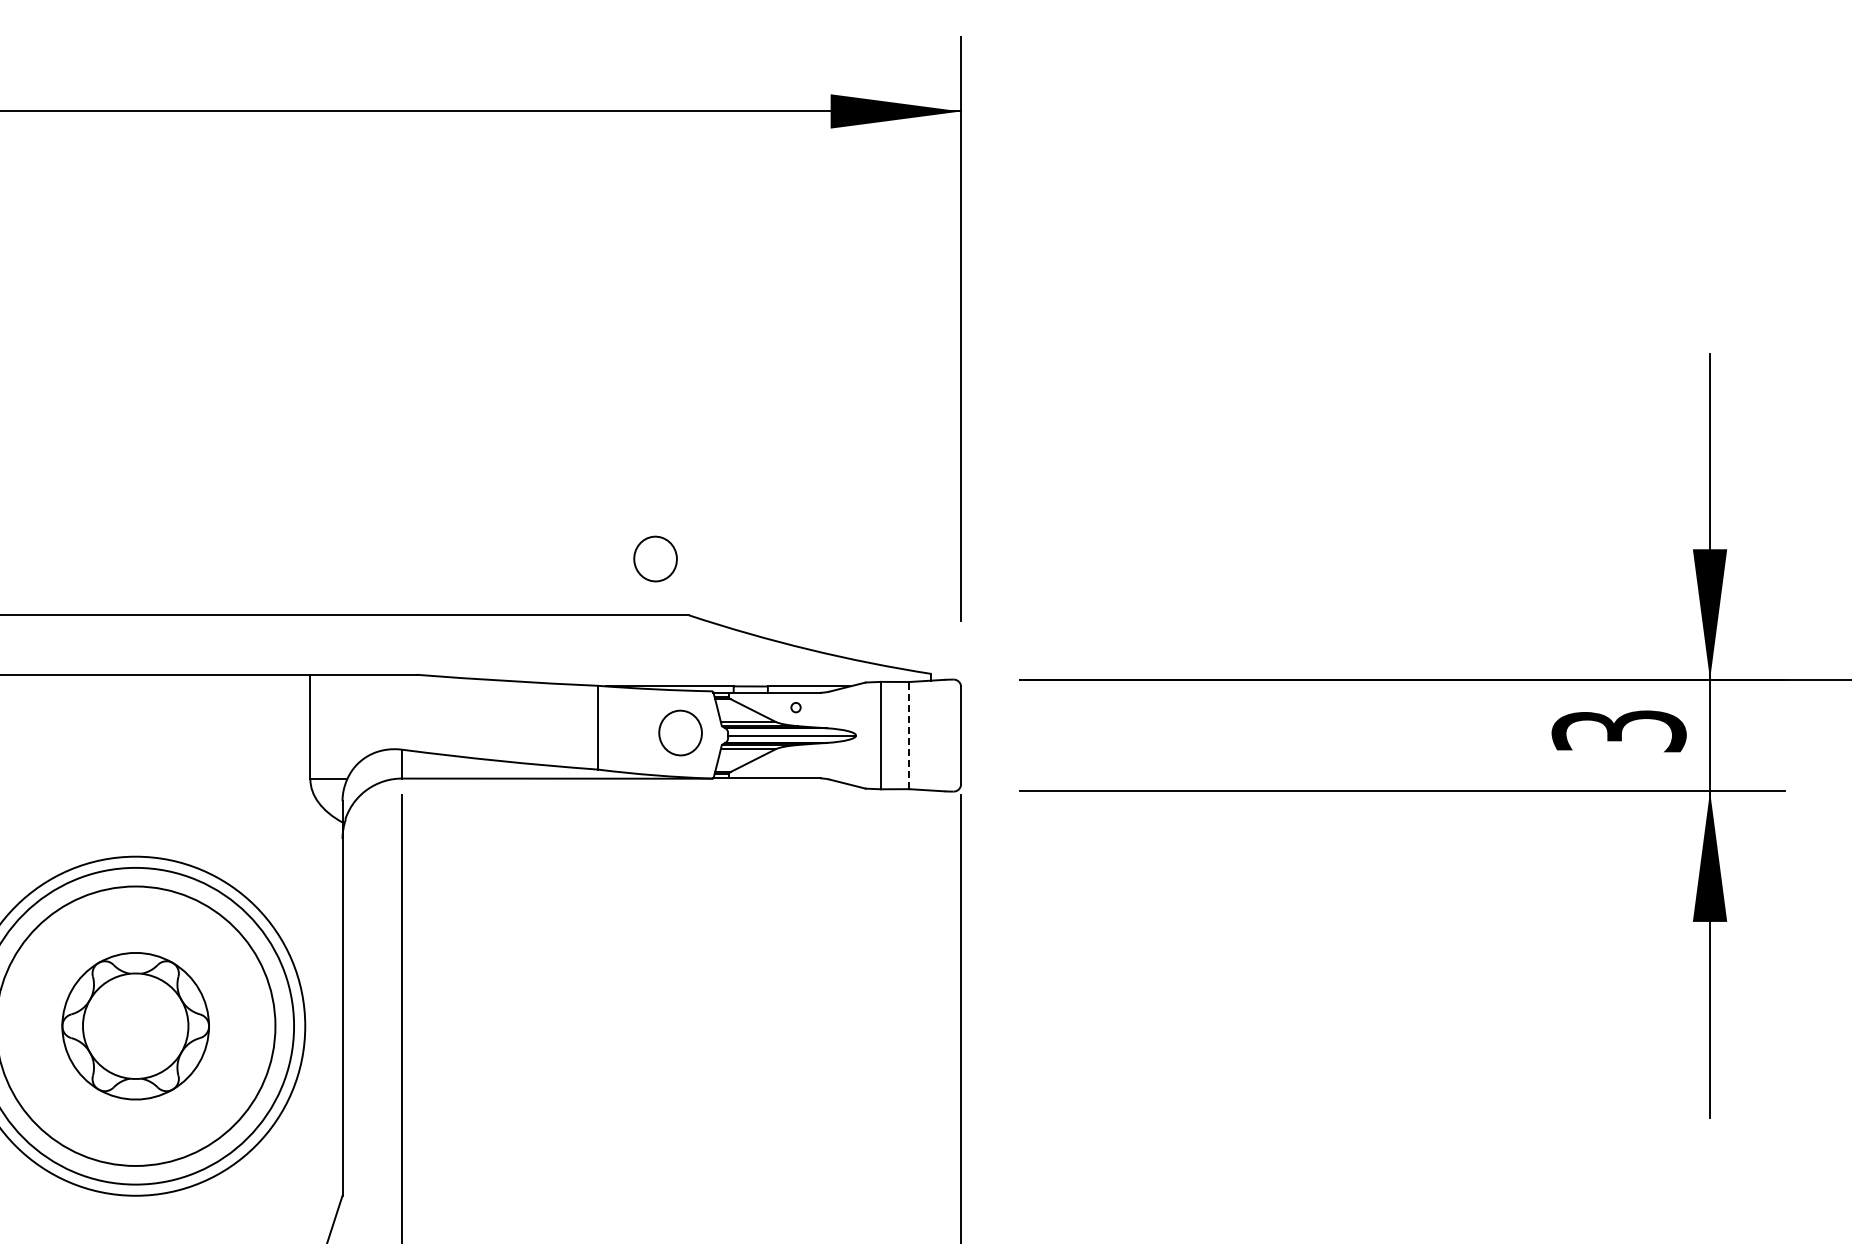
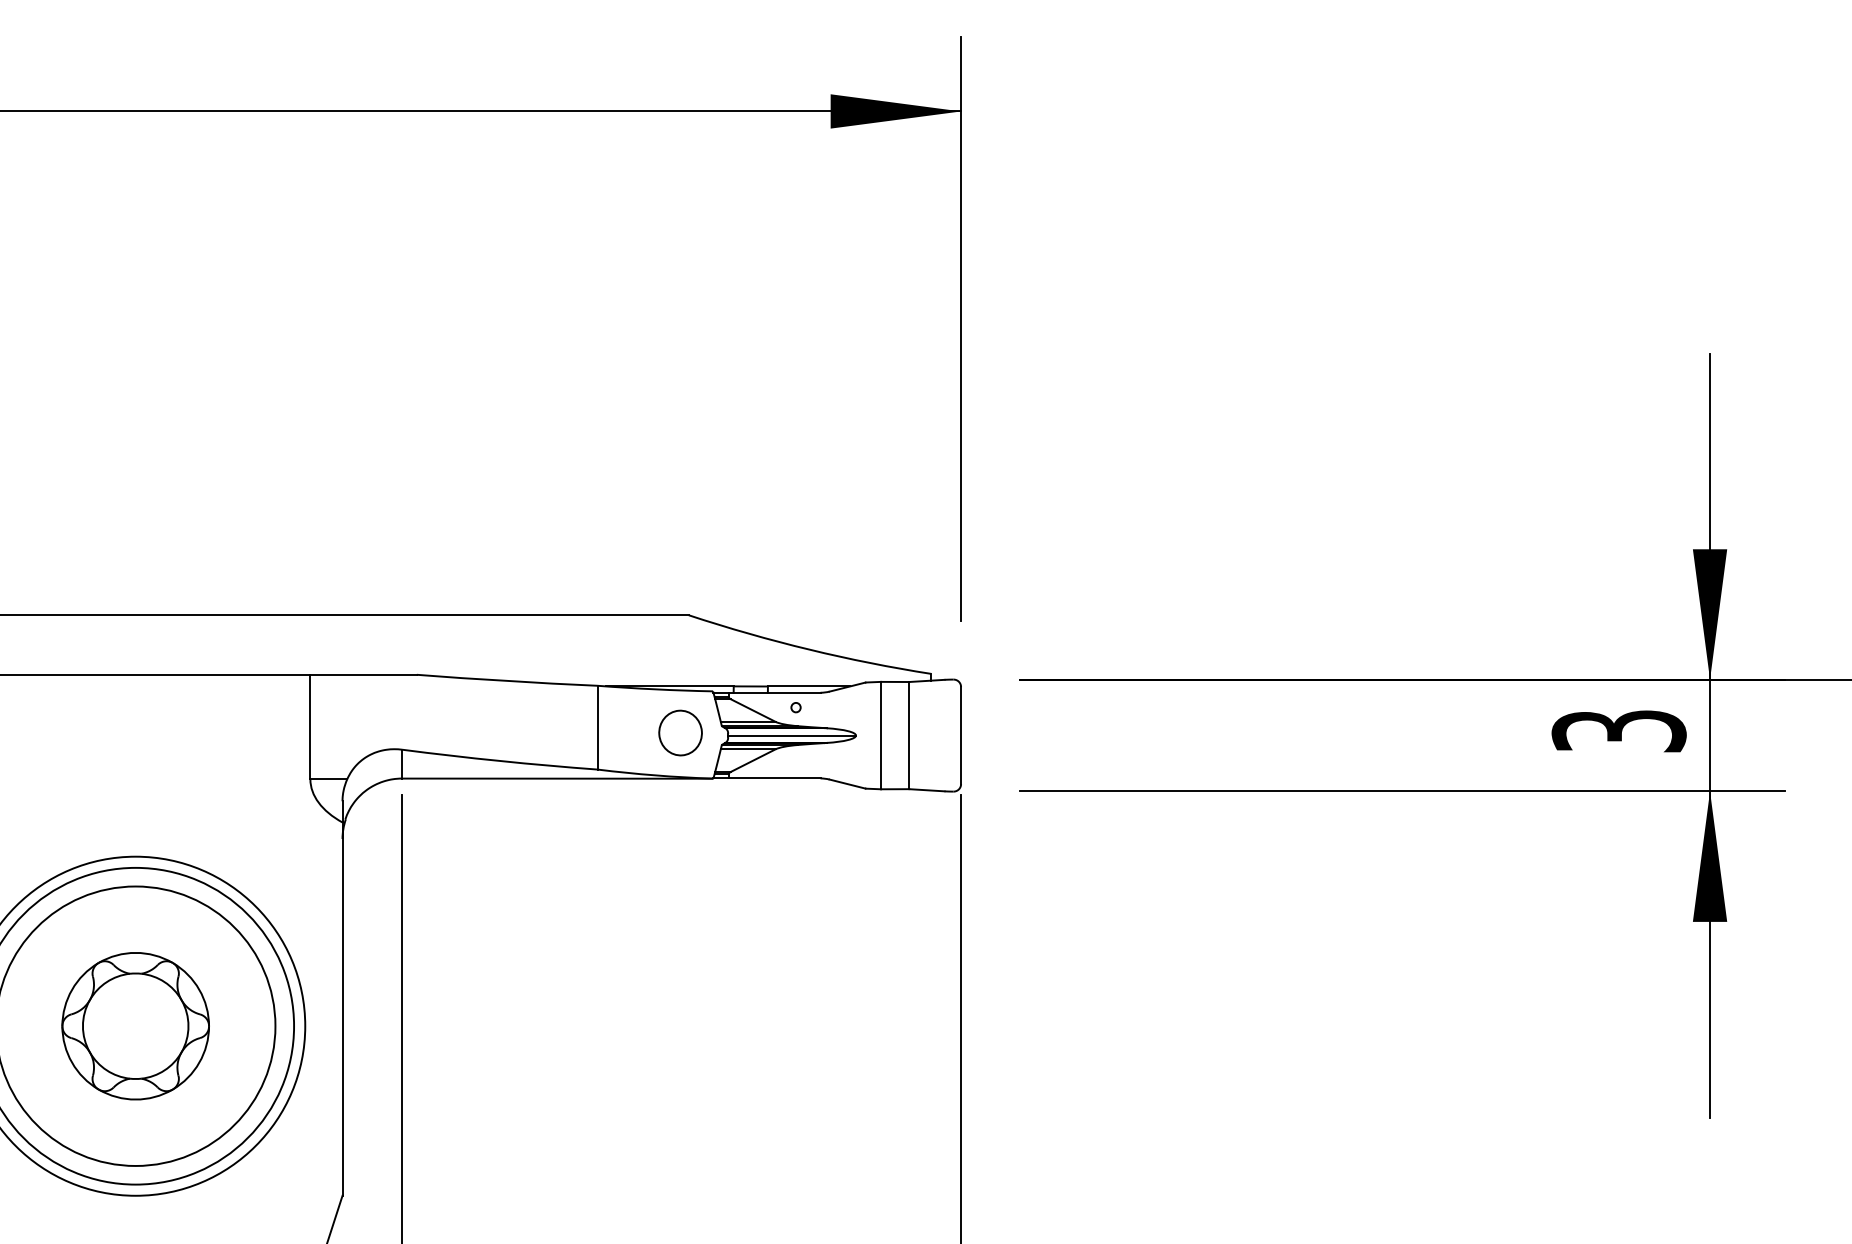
part at (655, 558): present -> none
line at (909, 735): dashed -> solid
